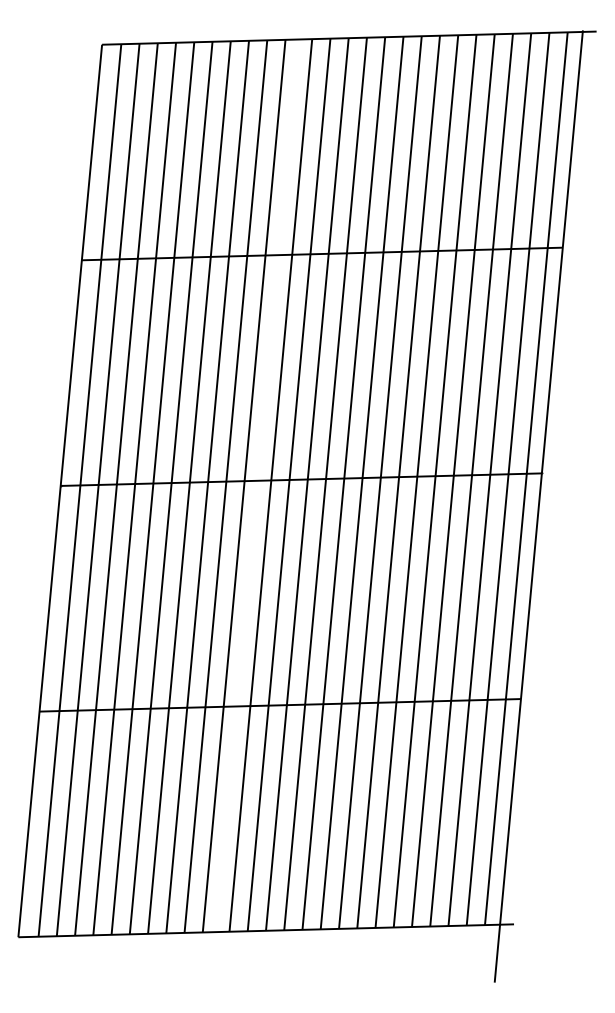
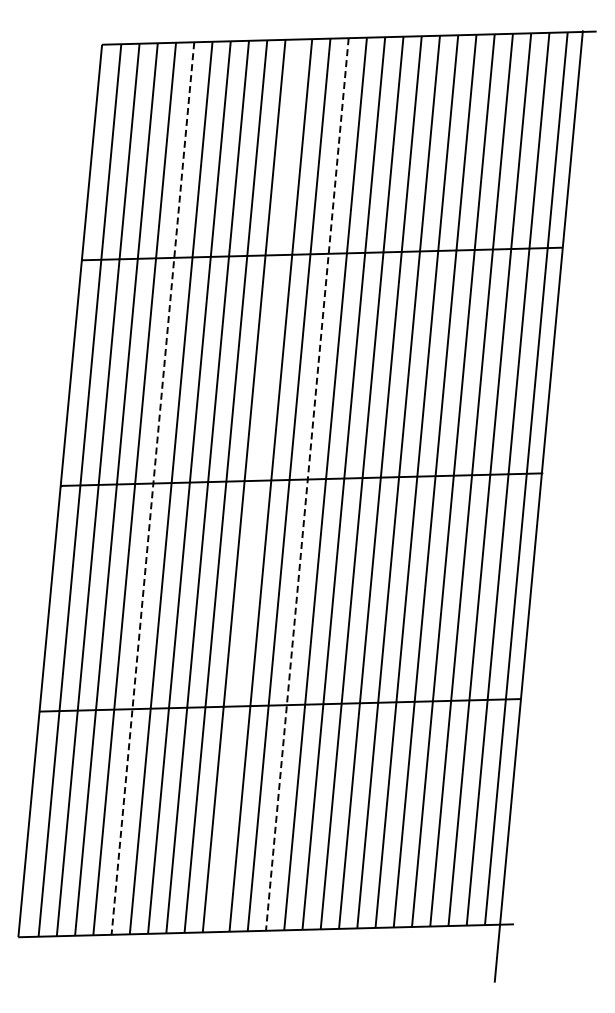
line at (307, 485): solid -> dashed
line at (152, 489): solid -> dashed
